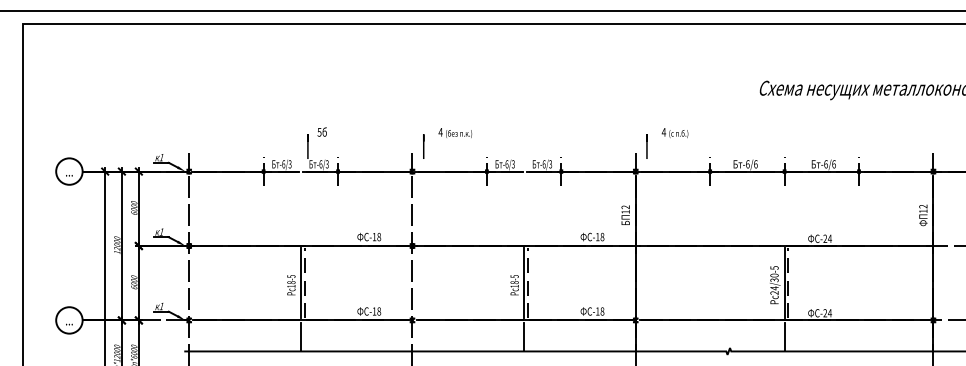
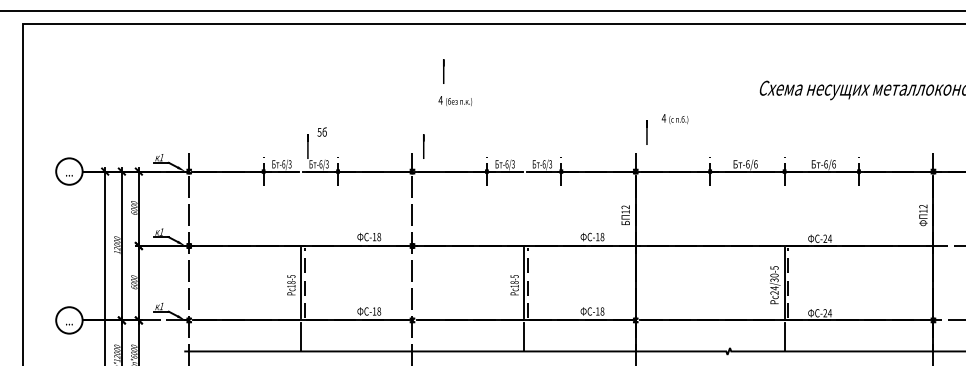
line at (443, 71): none -> present
text at (454, 132) position: (454, 132) -> (454, 100)
text at (667, 143) position: (667, 143) -> (667, 129)
